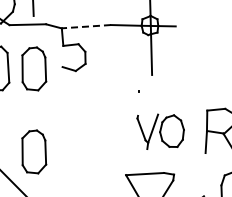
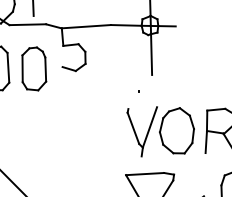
line at (86, 26): dashed -> solid
part at (160, 131) size: 49x37 px -> 69x52 px
part at (34, 151): present -> none
